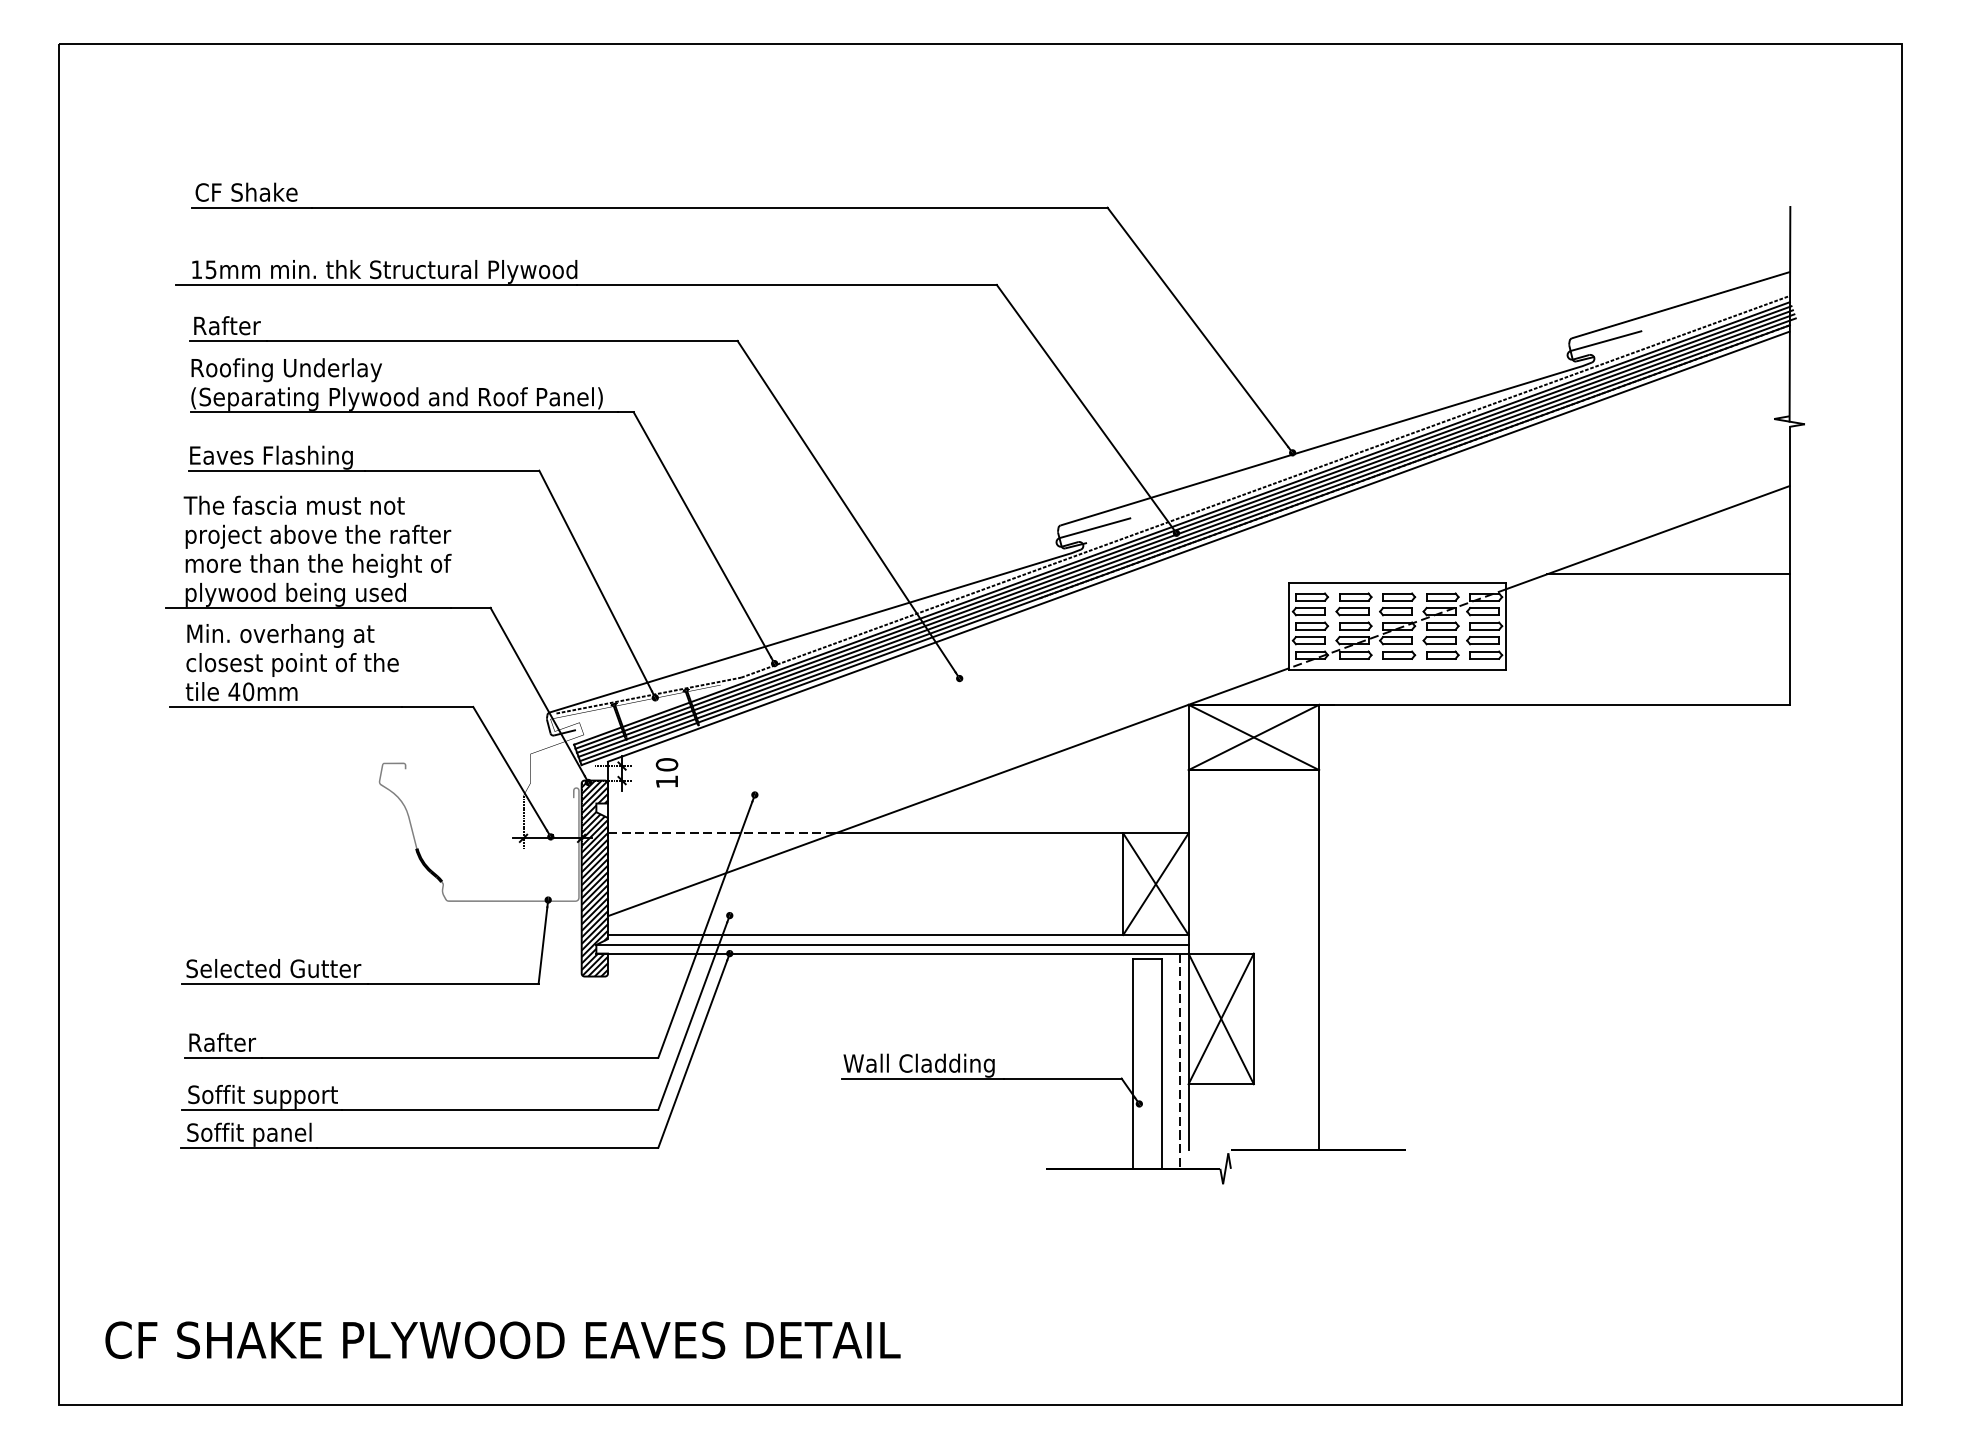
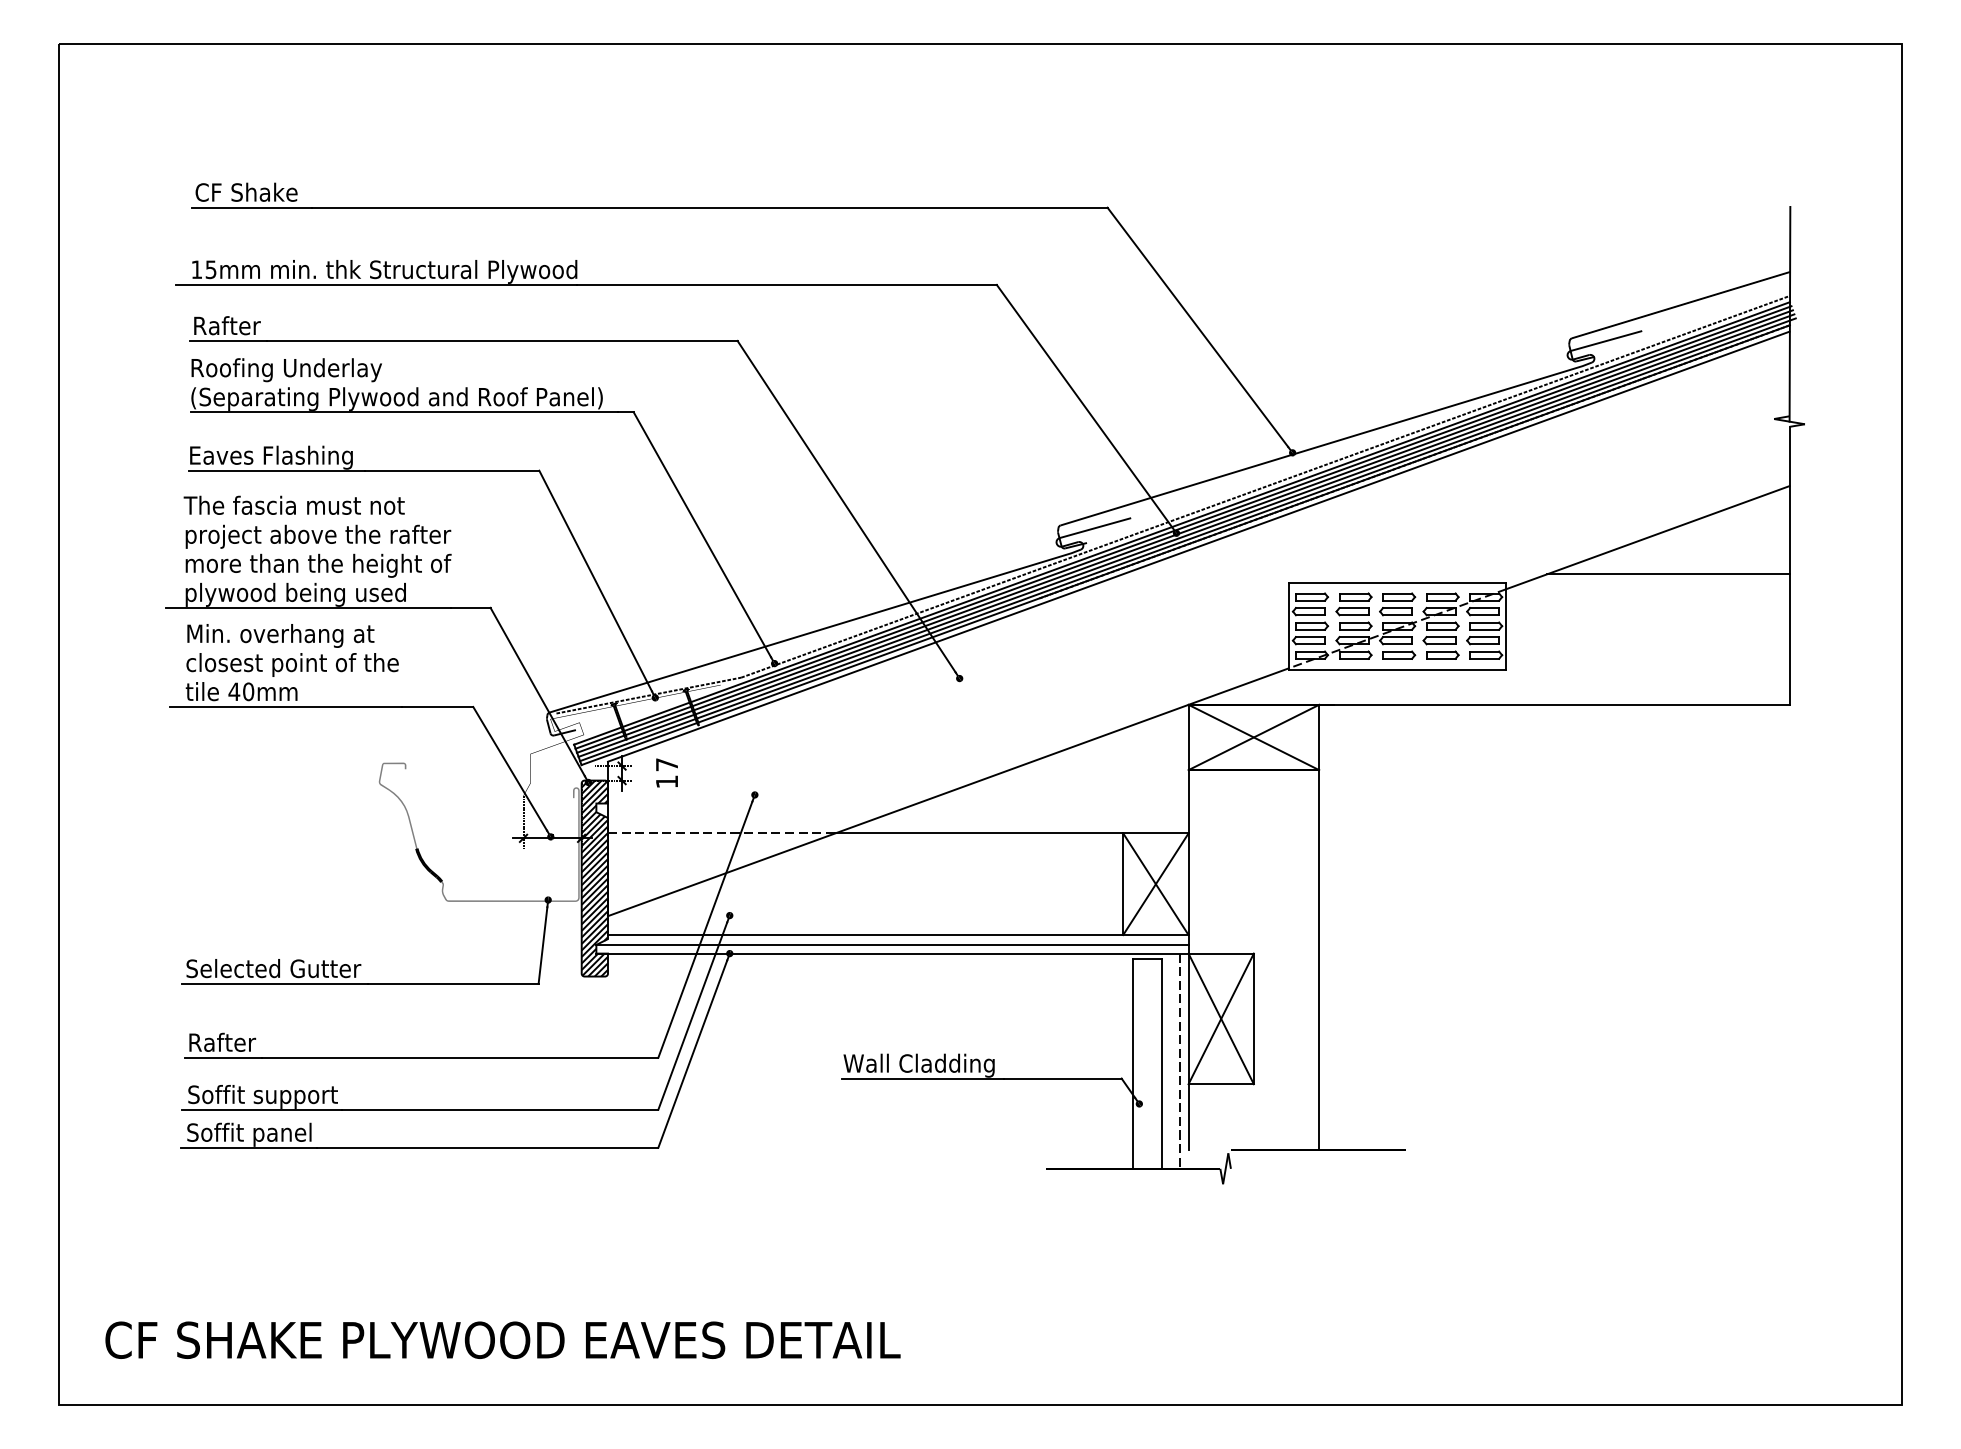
text at (666, 764): 10 -> 17
